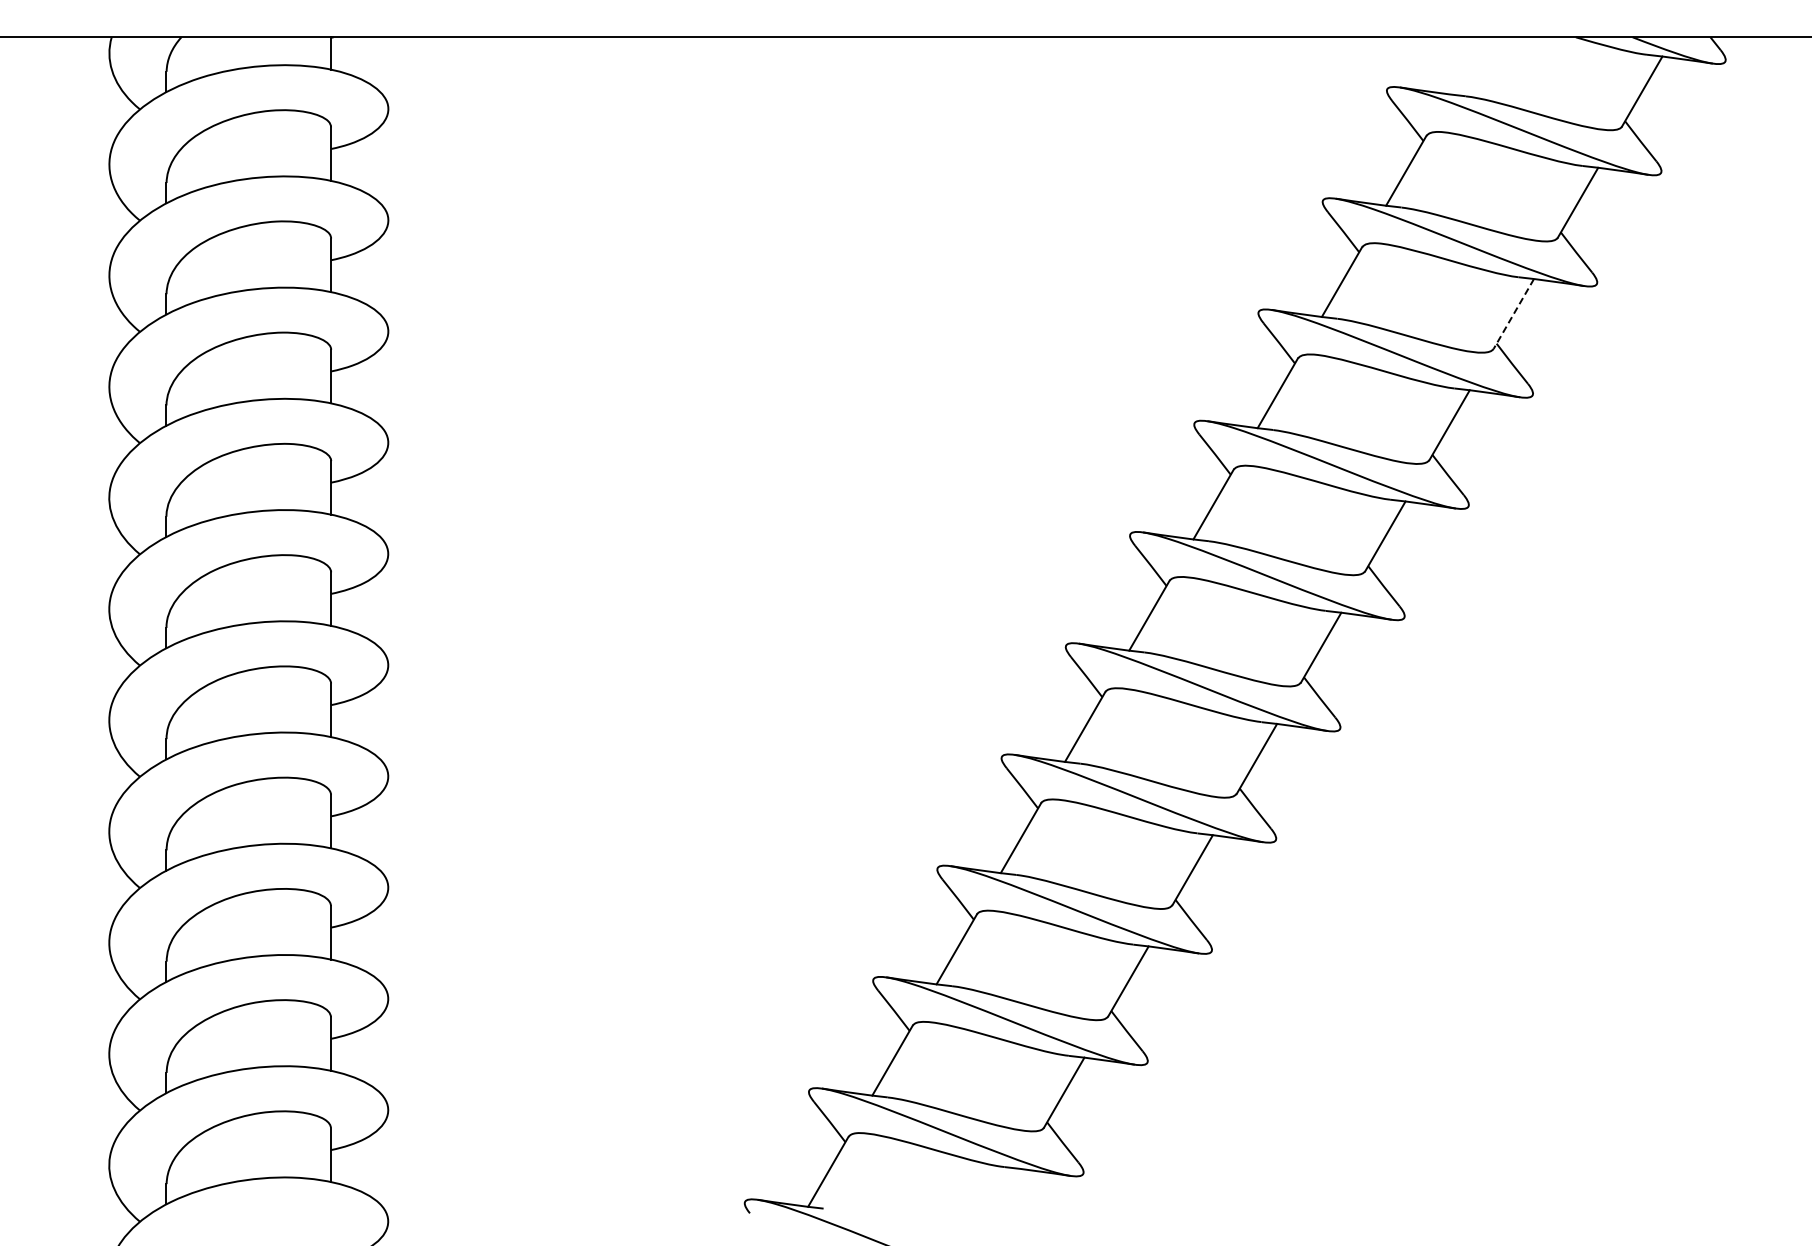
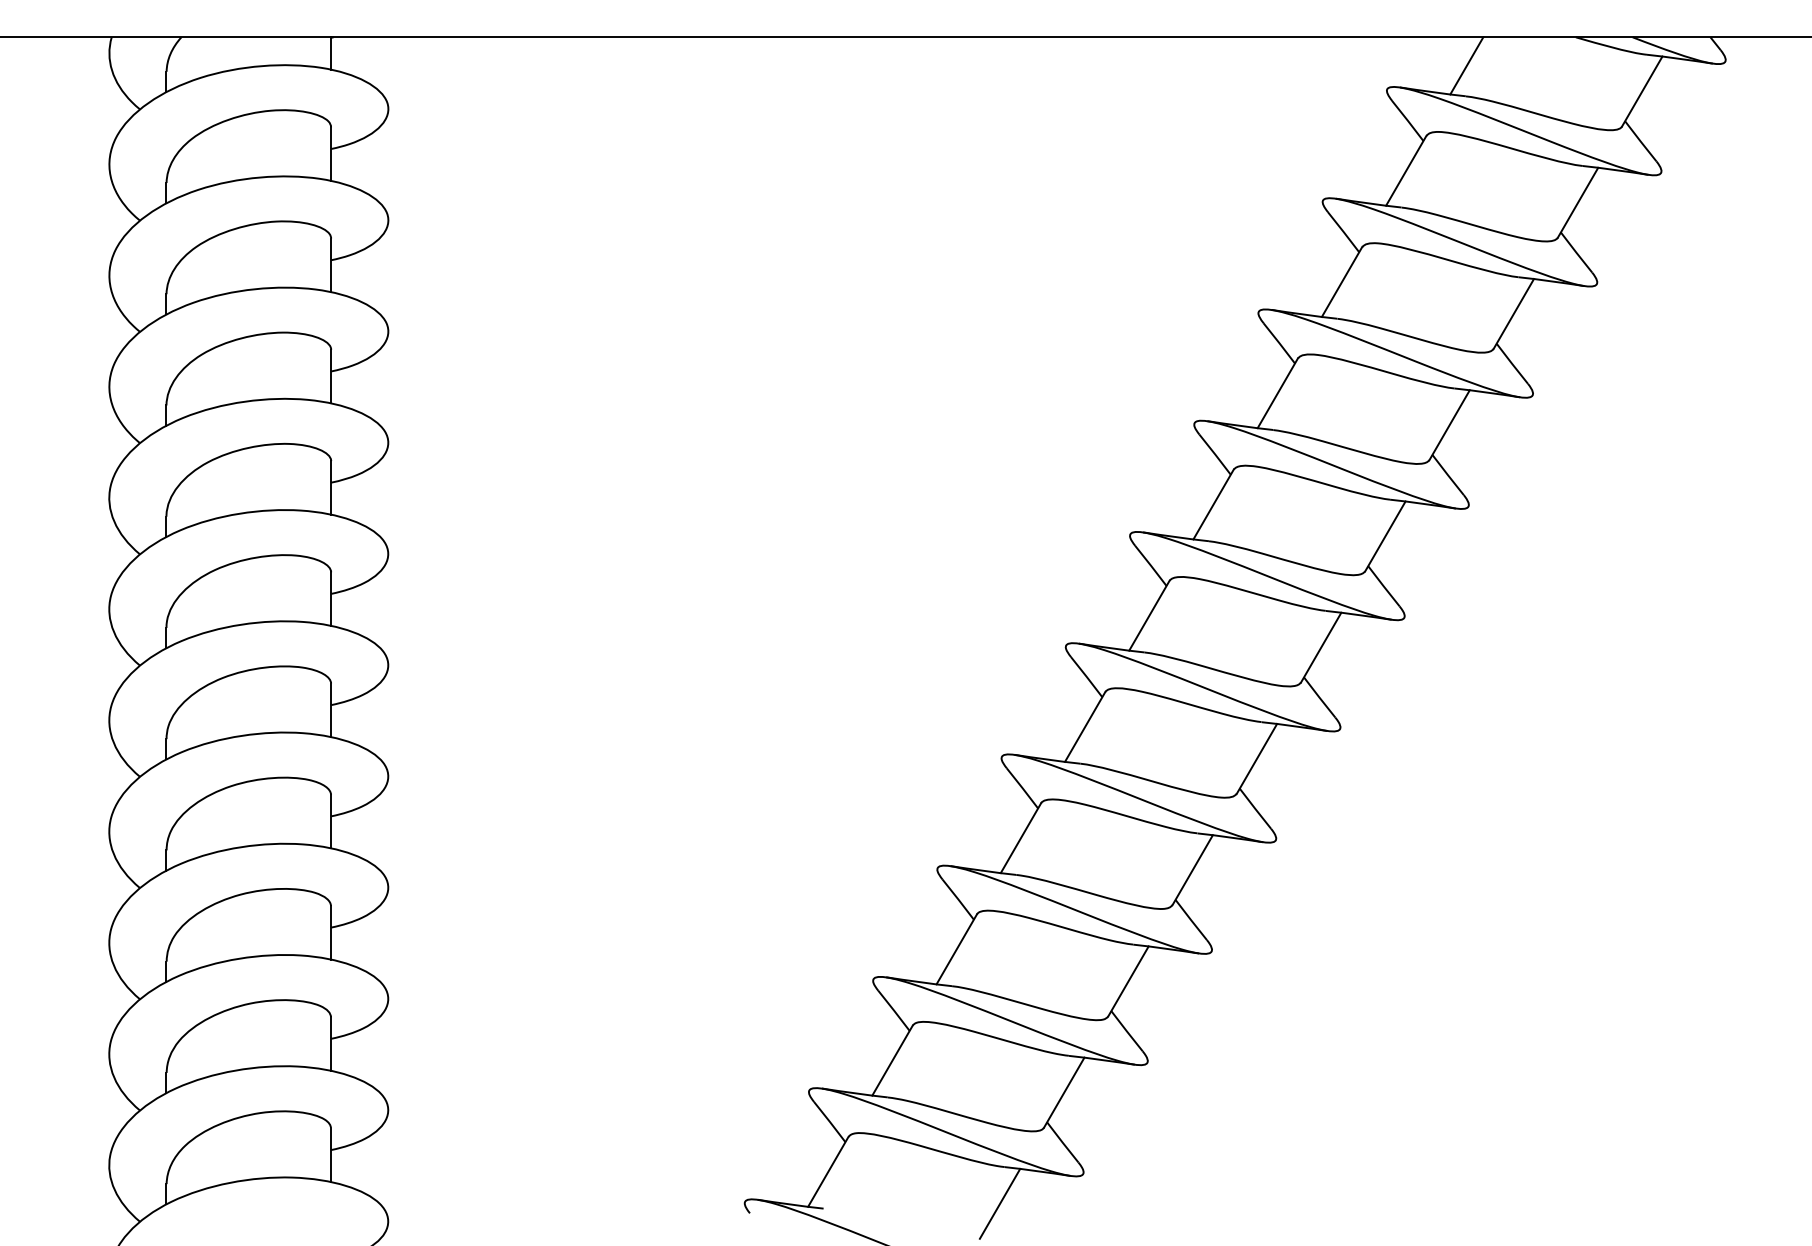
line at (1466, 65): none -> present
line at (1513, 314): dashed -> solid
line at (999, 1203): none -> present
